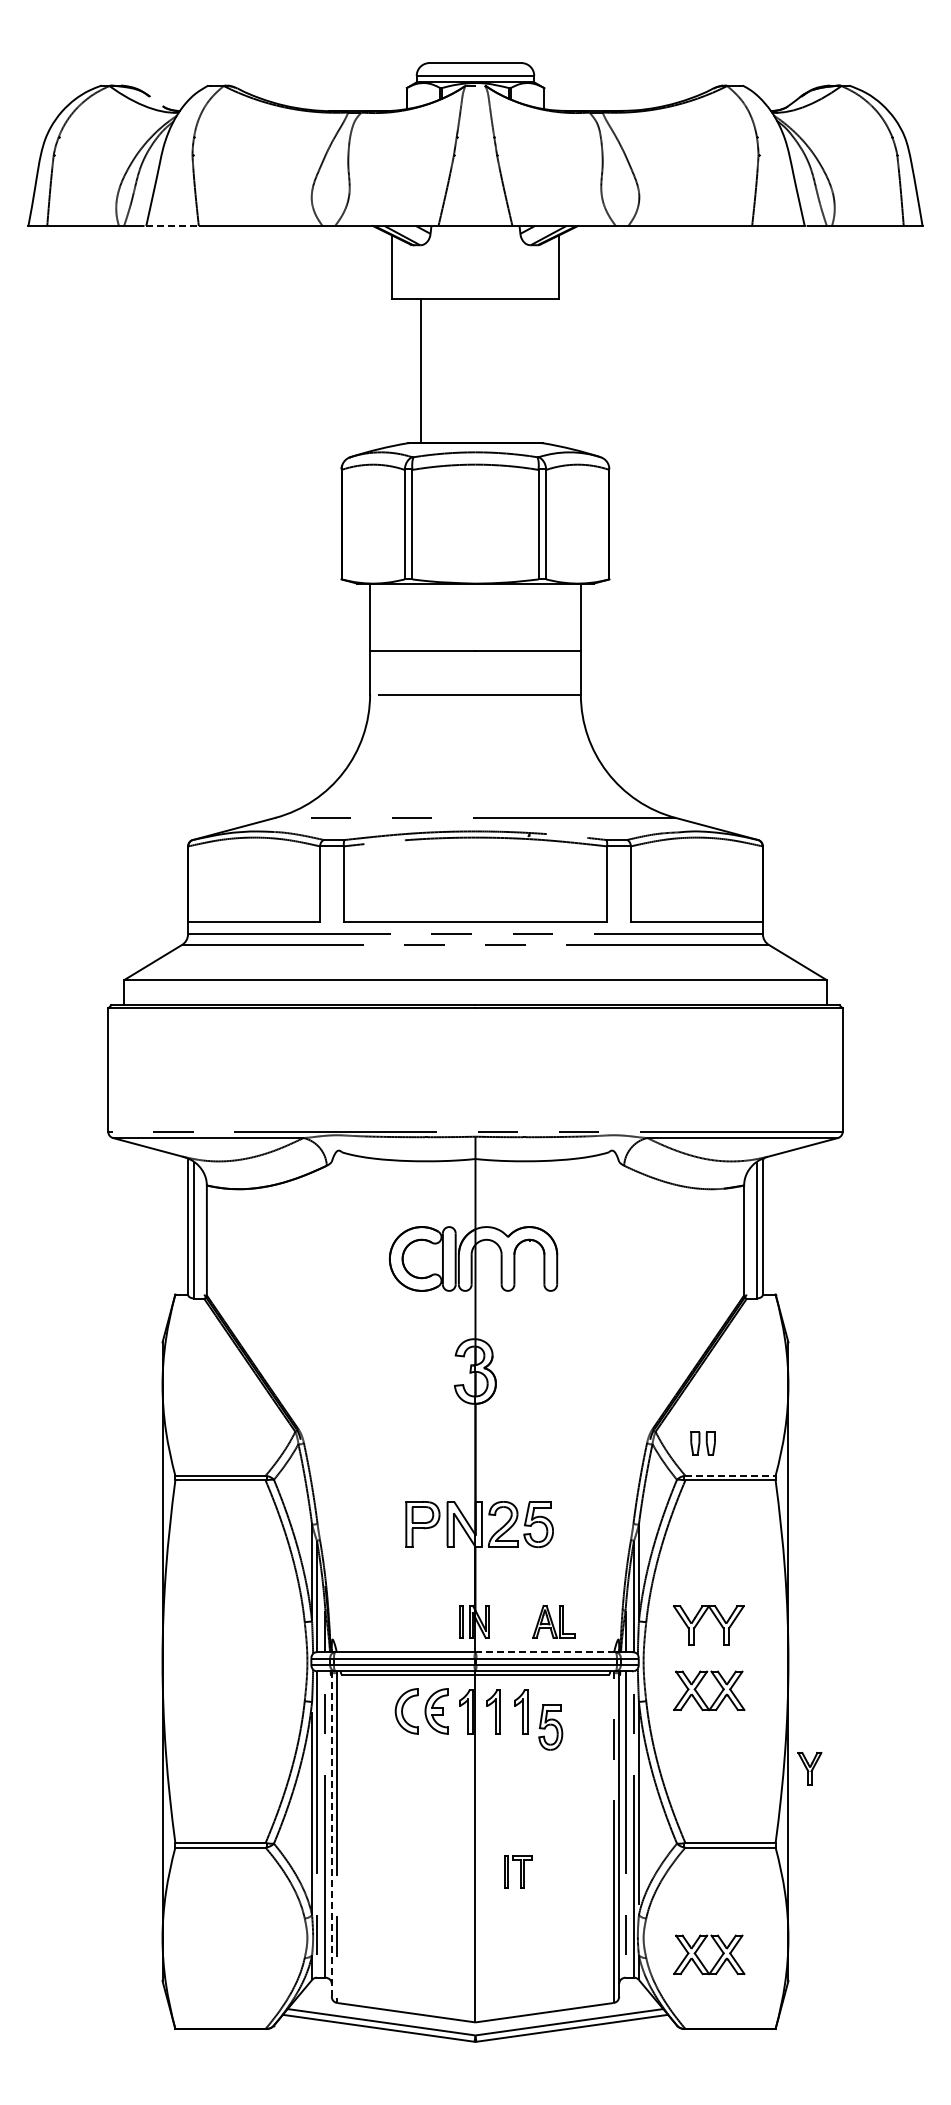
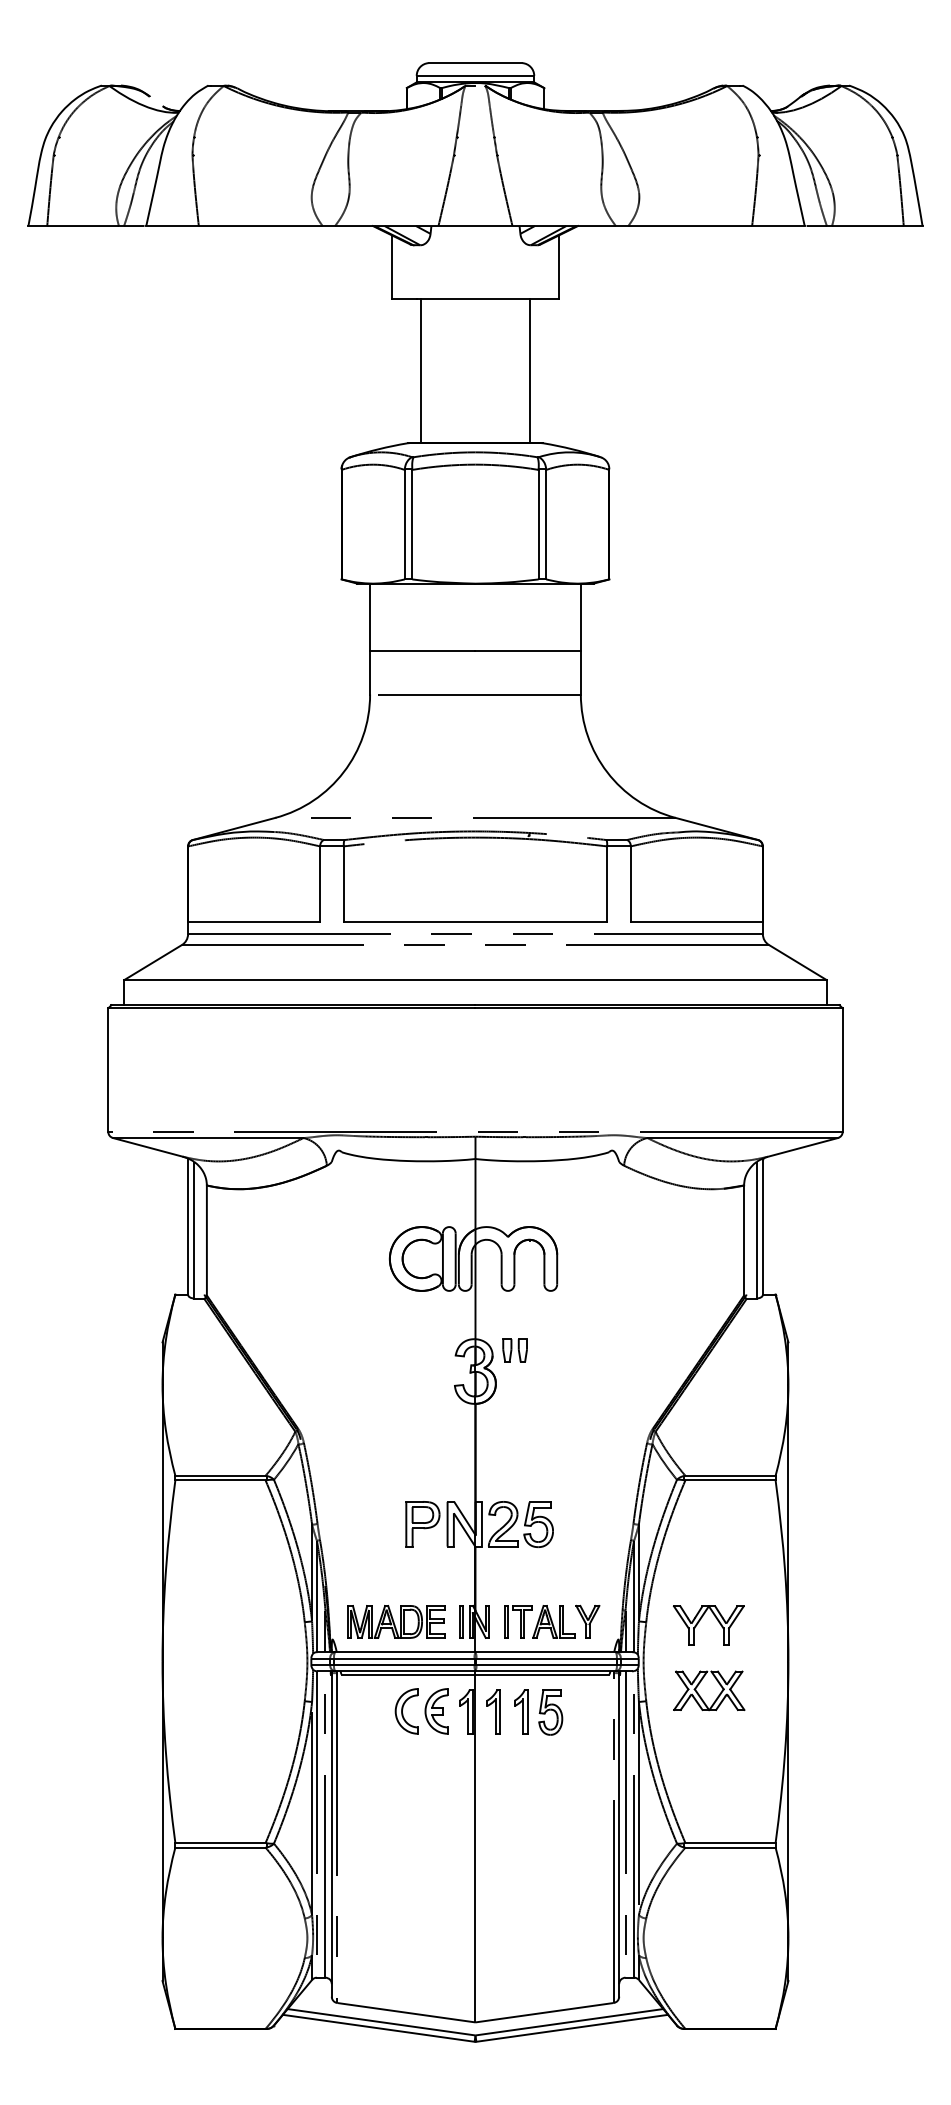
line at (173, 226): dashed -> solid
line at (529, 371): none -> present
part at (702, 1443) position: (702, 1443) -> (514, 1350)
line at (731, 1475): dashed -> solid
part at (396, 1621): none -> present
line at (546, 1652): dashed -> solid
part at (550, 1727) position: (550, 1727) -> (550, 1712)
part at (809, 1768) position: (809, 1768) -> (587, 1621)
line at (331, 1834): dashed -> solid
part at (518, 1871) position: (518, 1871) -> (518, 1621)
part at (717, 1960): present -> none
